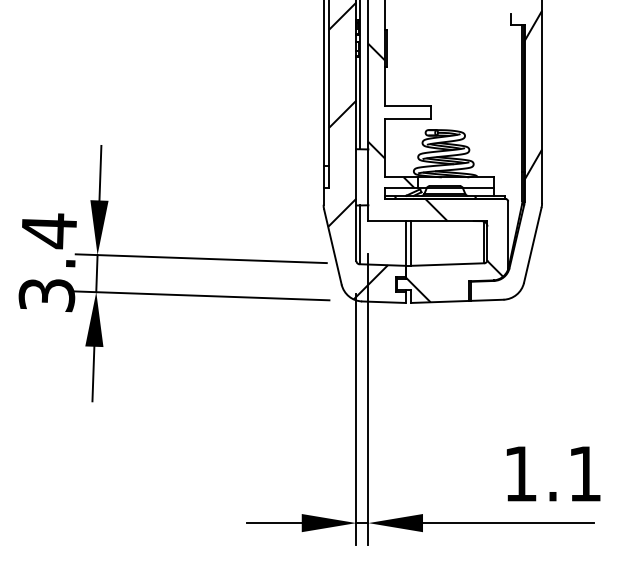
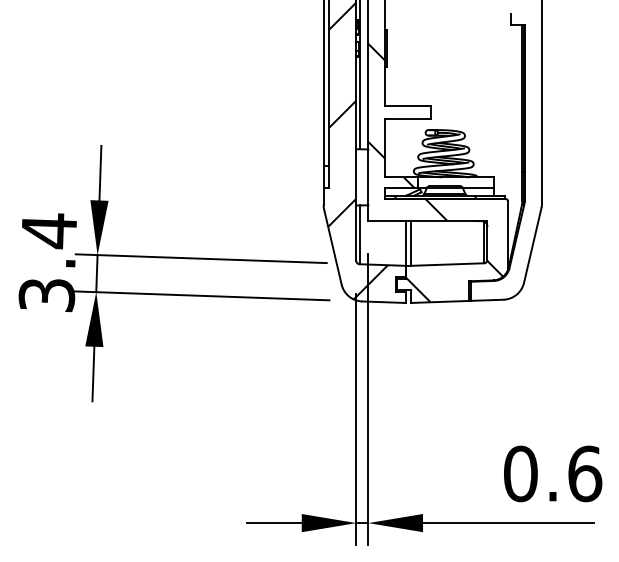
hatch at (533, 94): present -> none
text at (553, 473): 1.1 -> 0.6
